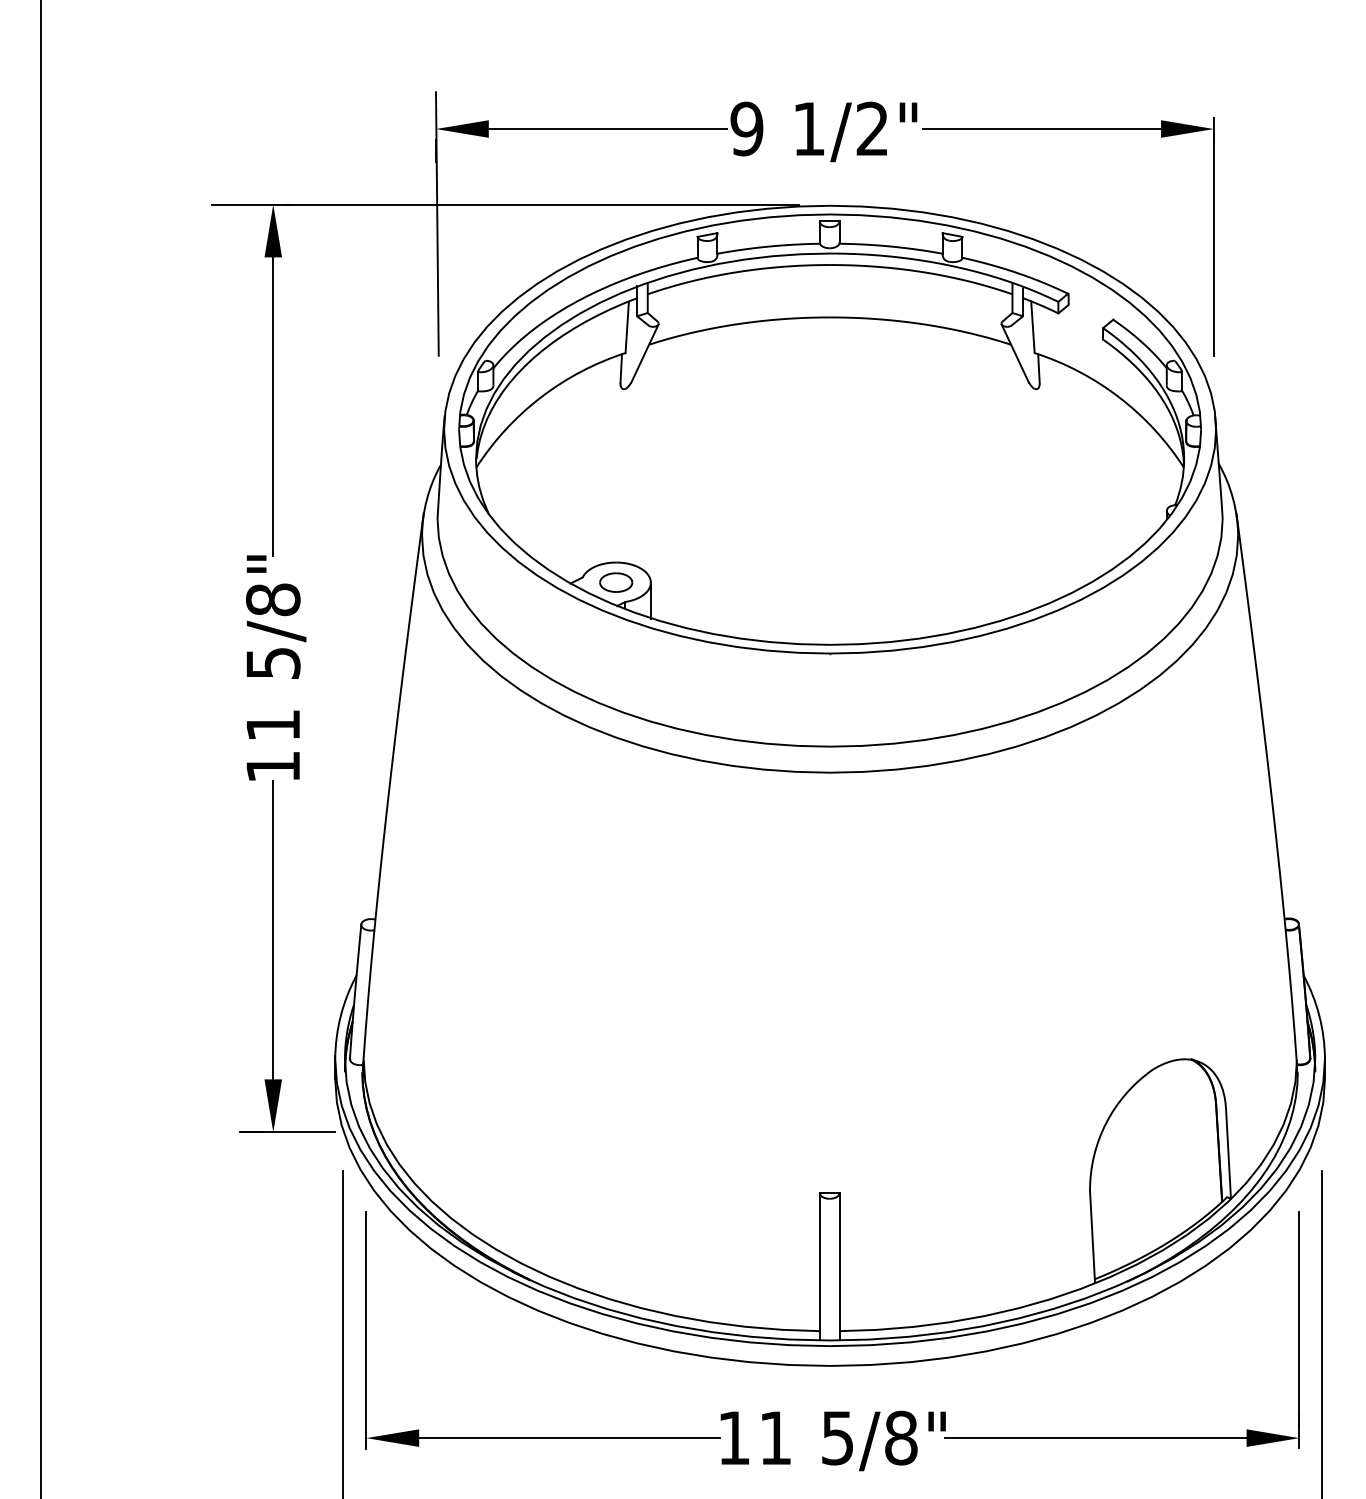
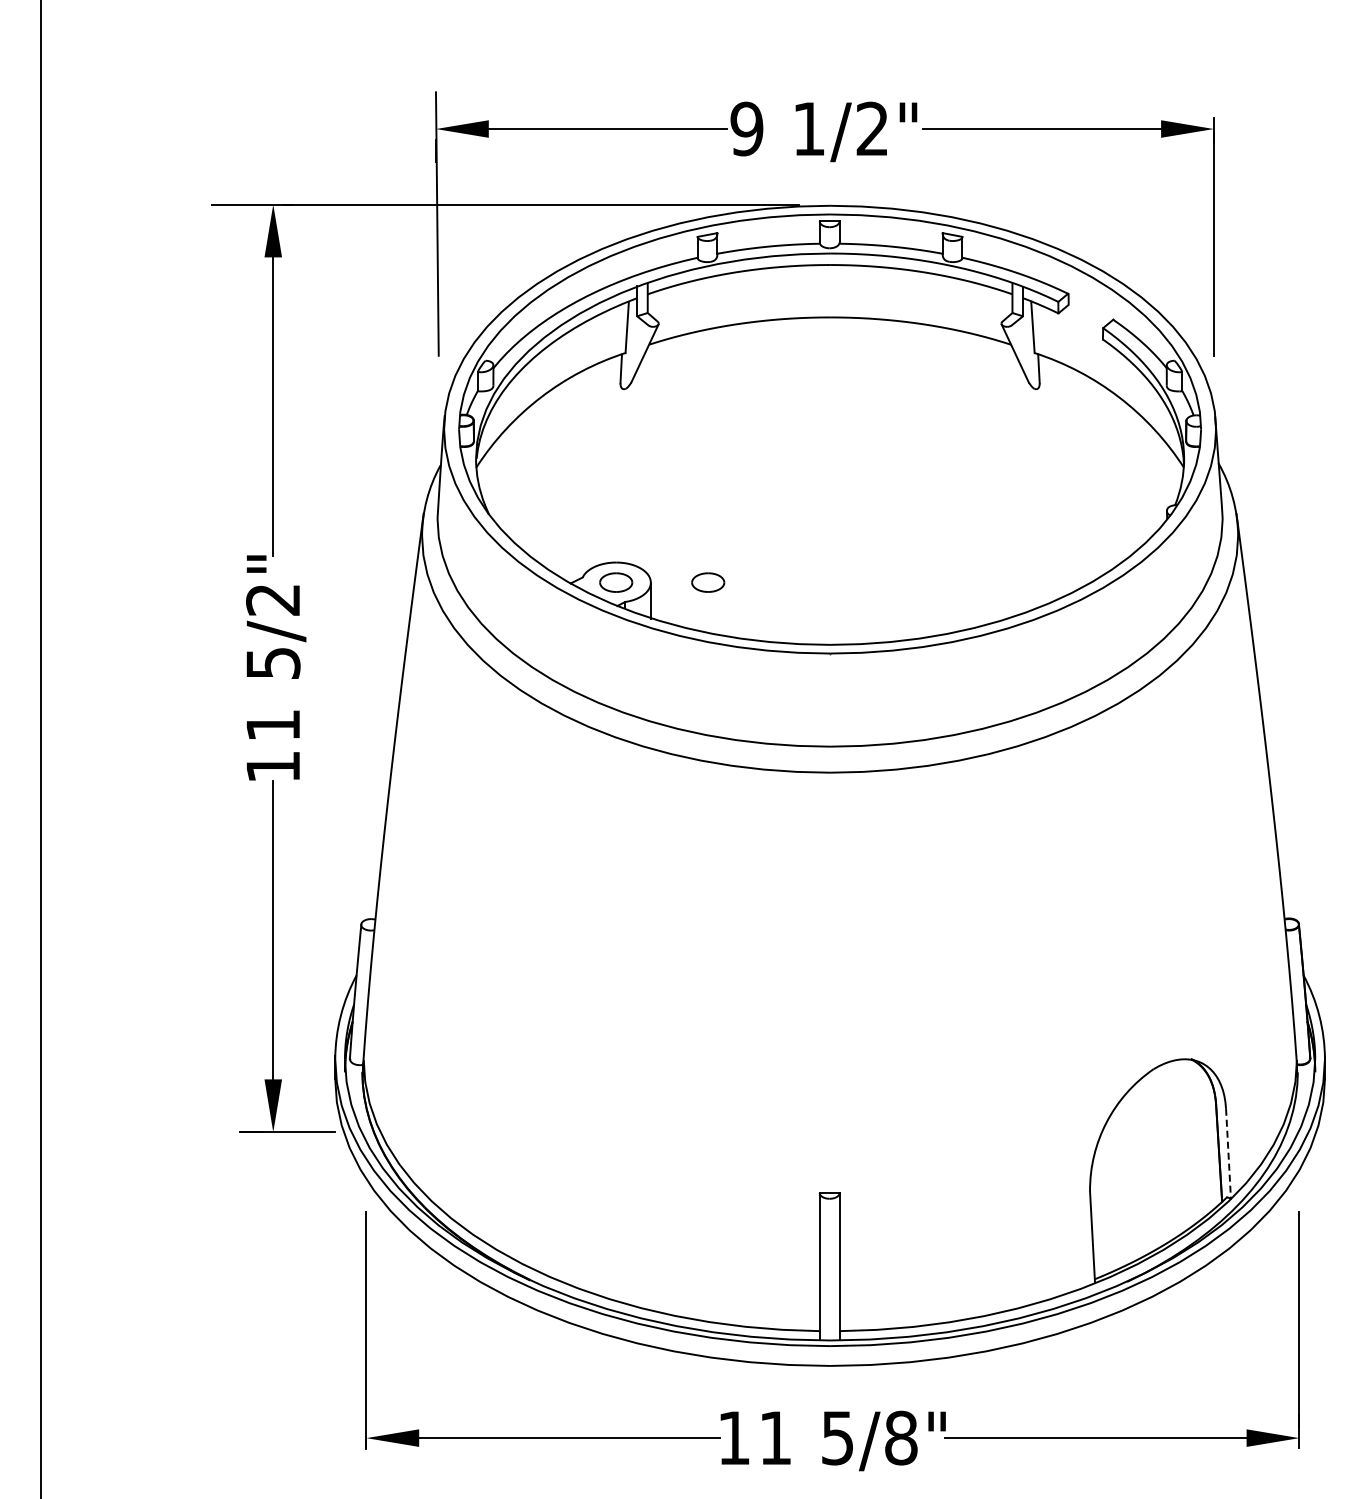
part at (708, 582): none -> present
text at (273, 599): 5/8" -> 5/2"
line at (1228, 1153): solid -> dashed
line at (342, 1333): present -> none
line at (1322, 1333): present -> none
